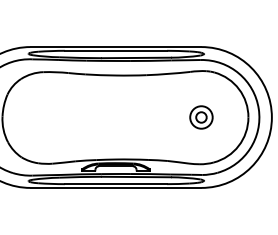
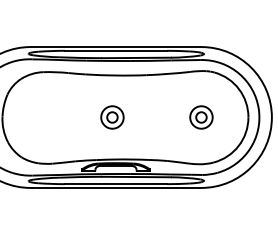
part at (112, 117): none -> present
